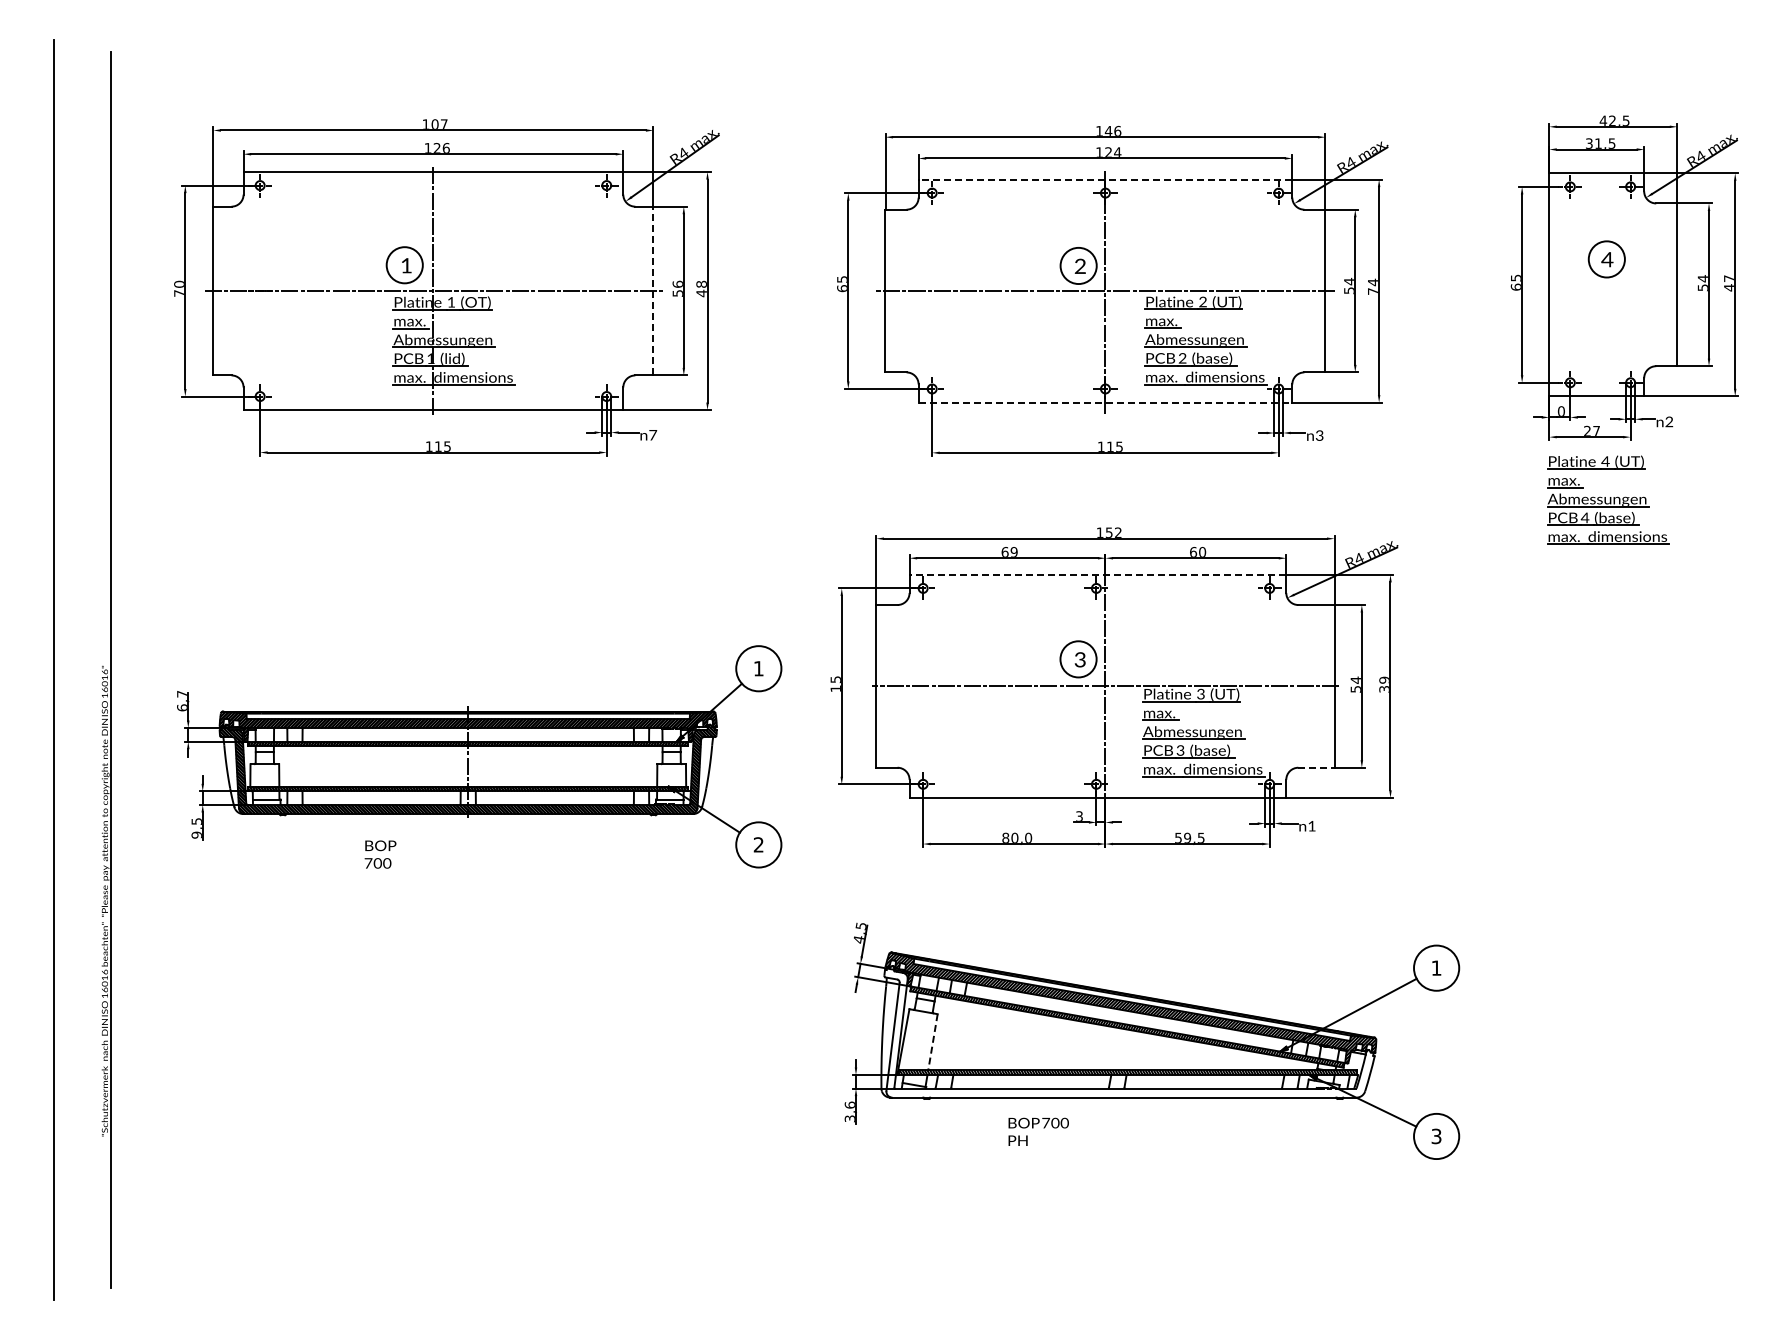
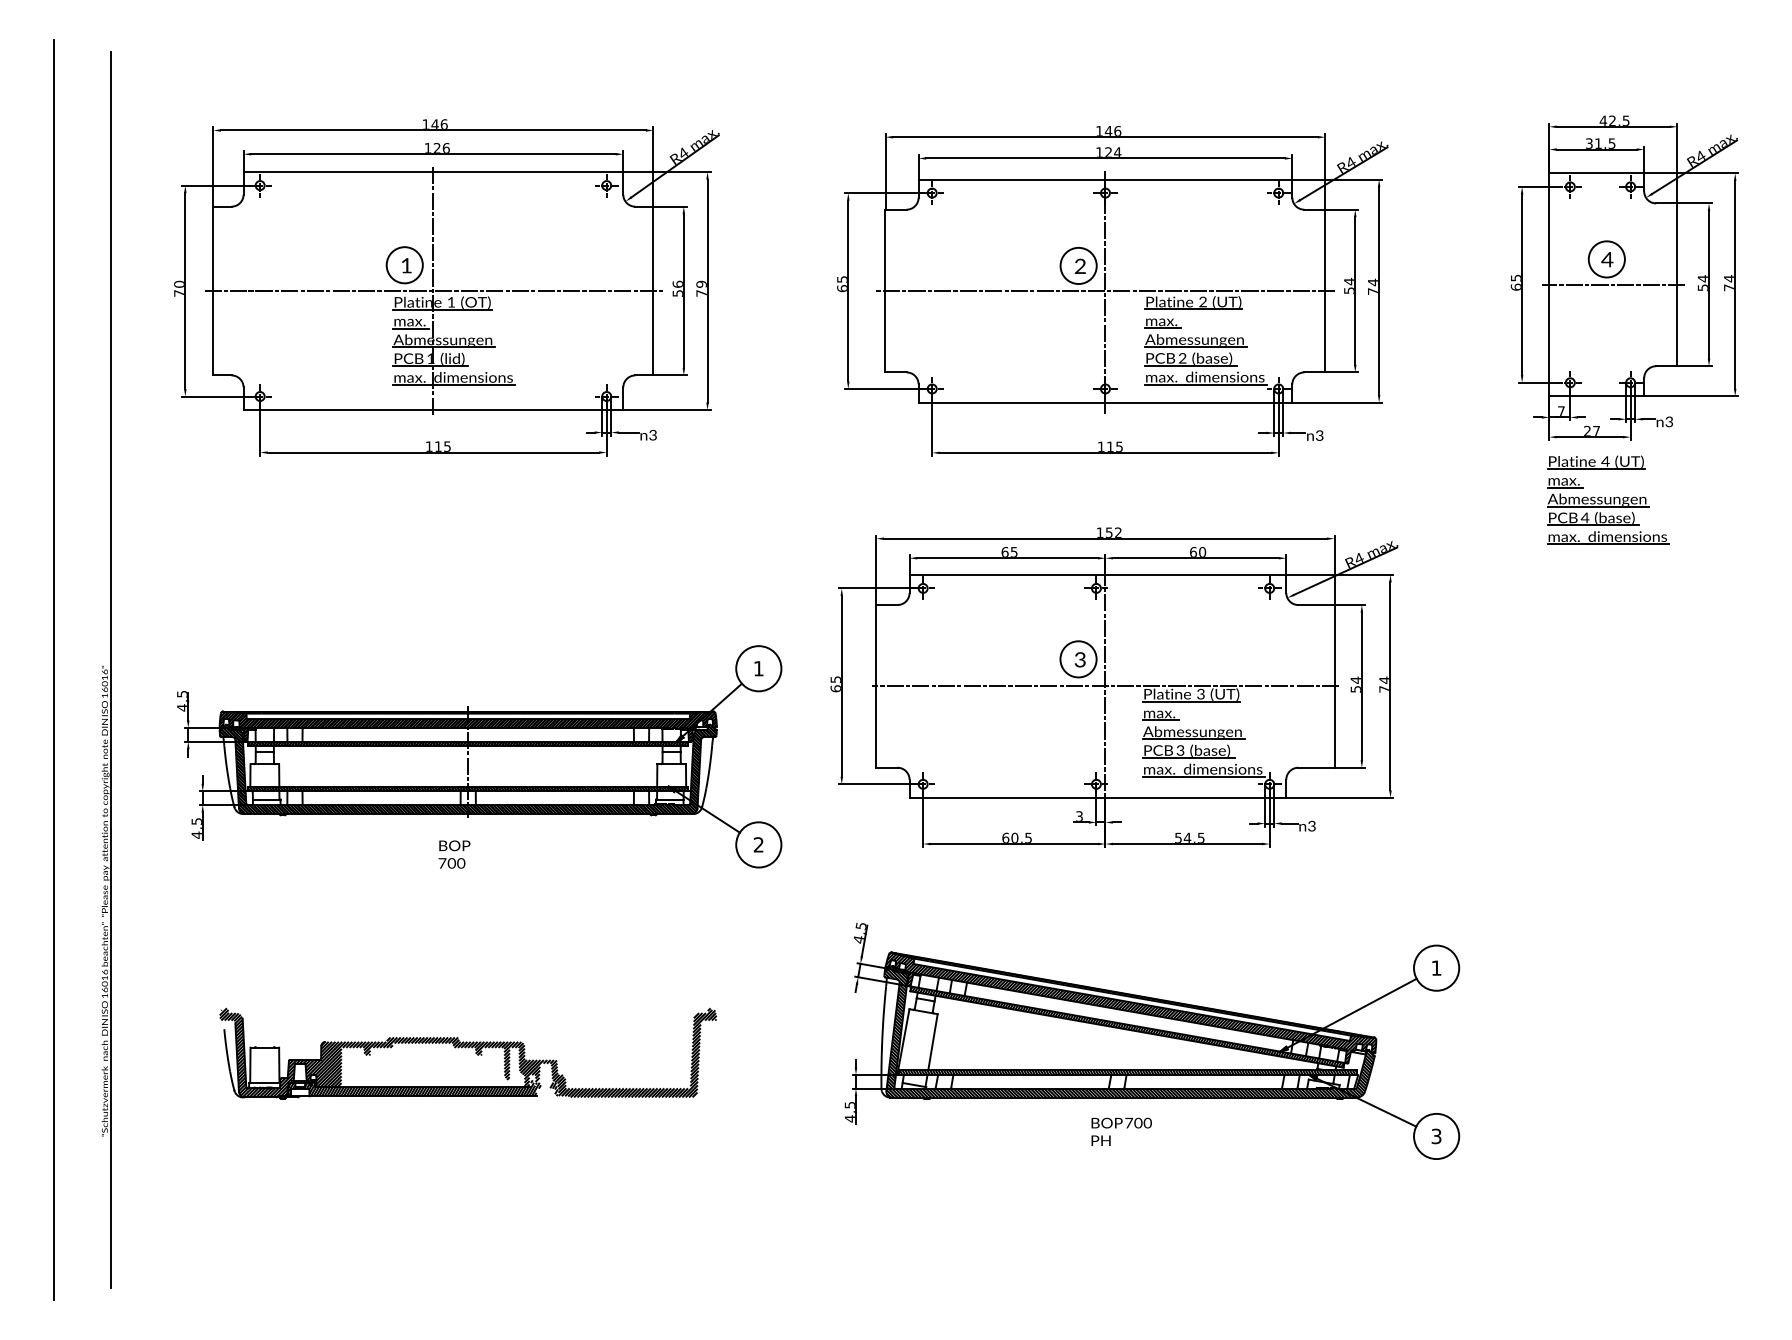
text at (439, 123): 107 -> 146
line at (1105, 179): dashed -> solid
text at (1728, 283): 47 -> 74
line at (1613, 284): none -> present
text at (701, 288): 48 -> 79
line at (653, 290): dashed -> solid
line at (1105, 402): dashed -> solid
text at (1560, 410): 0 -> 7
text at (1669, 423): 2 -> 3
text at (653, 434): 7 -> 3
text at (1013, 551): 69 -> 65
line at (1097, 574): dashed -> solid
text at (1383, 684): 39 -> 74
text at (835, 688): 15 -> 65
text at (181, 701): 6,7 -> 4,5
line at (1316, 767): dashed -> solid
text at (1311, 825): 1 -> 3
text at (196, 834): 9,5 -> 4,5
text at (1017, 837): 80,0 -> 60,5
text at (1187, 837): 59,5 -> 54,5
text at (380, 854) position: (380, 854) -> (454, 854)
hatch at (1129, 1031): none -> present
line at (932, 1042): dashed -> solid
part at (468, 1053): none -> present
text at (849, 1111): 3,6 -> 4,5
text at (1038, 1131) position: (1038, 1131) -> (1121, 1131)
